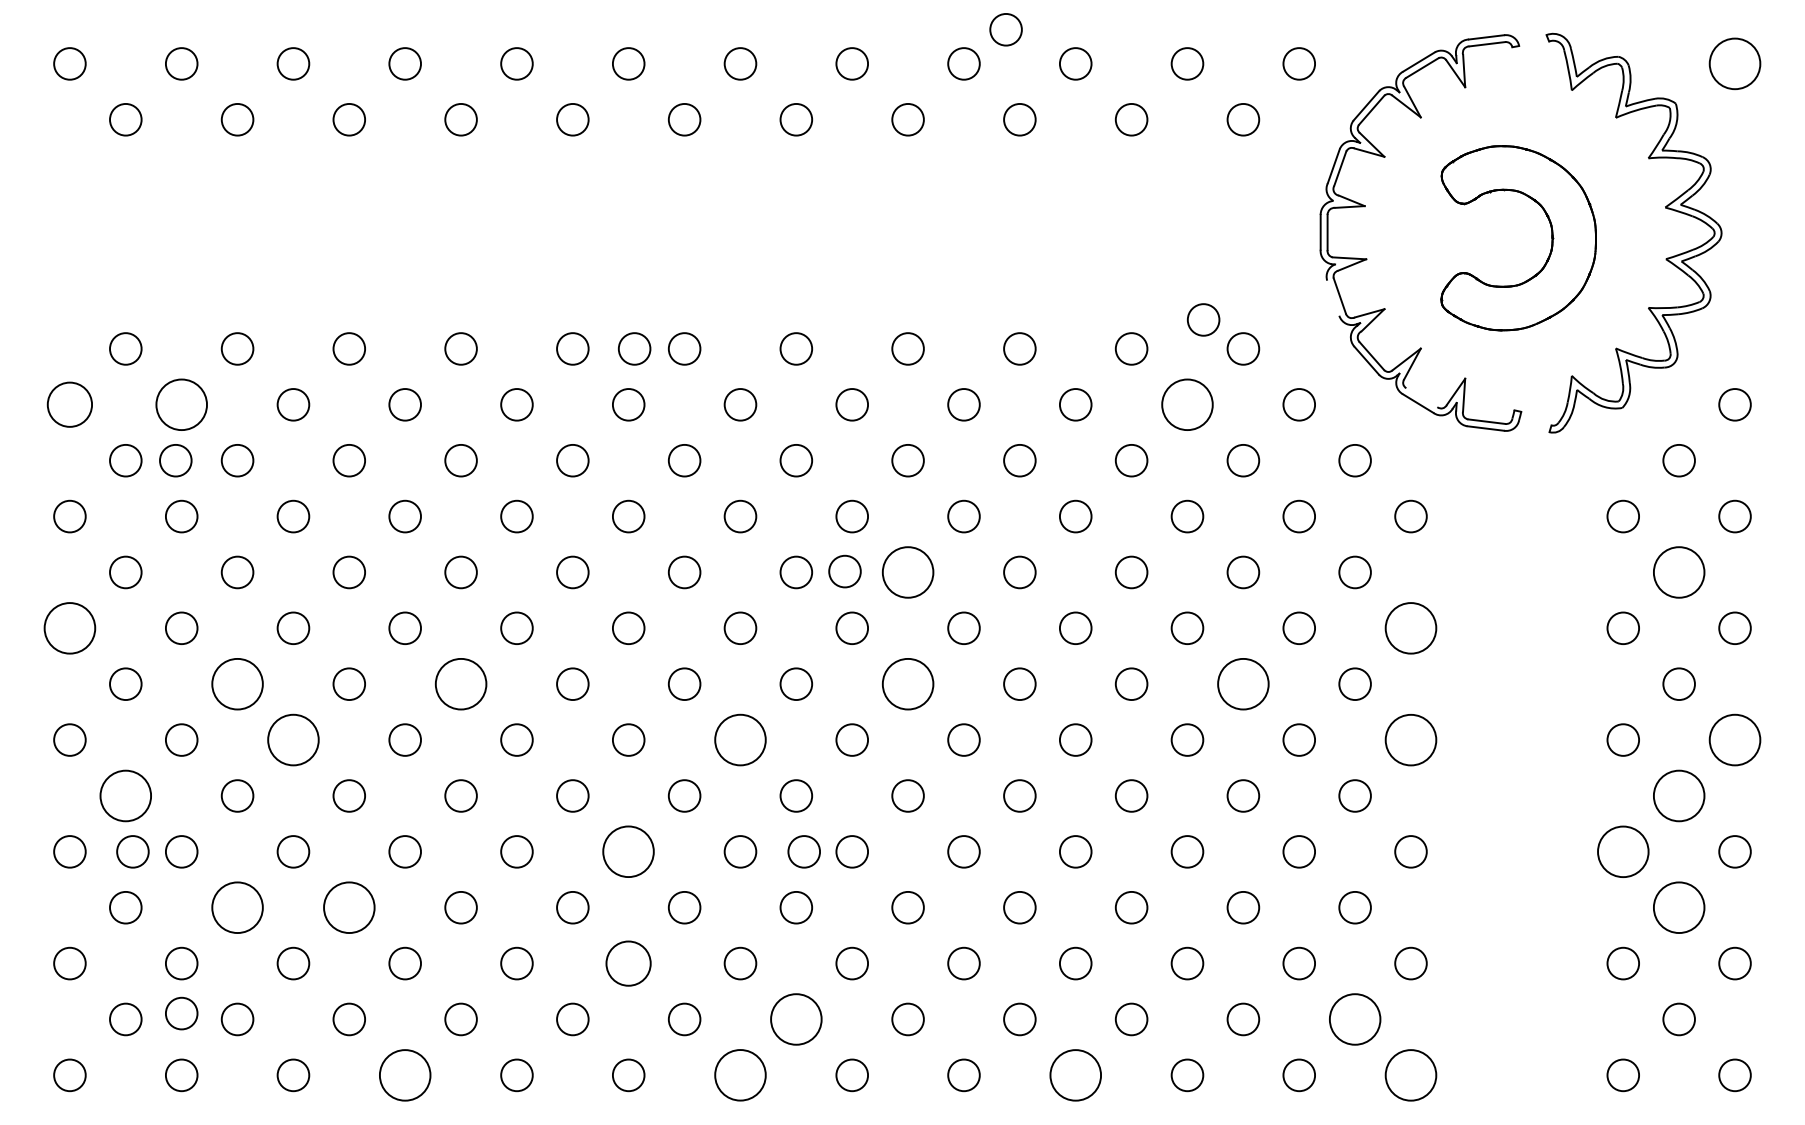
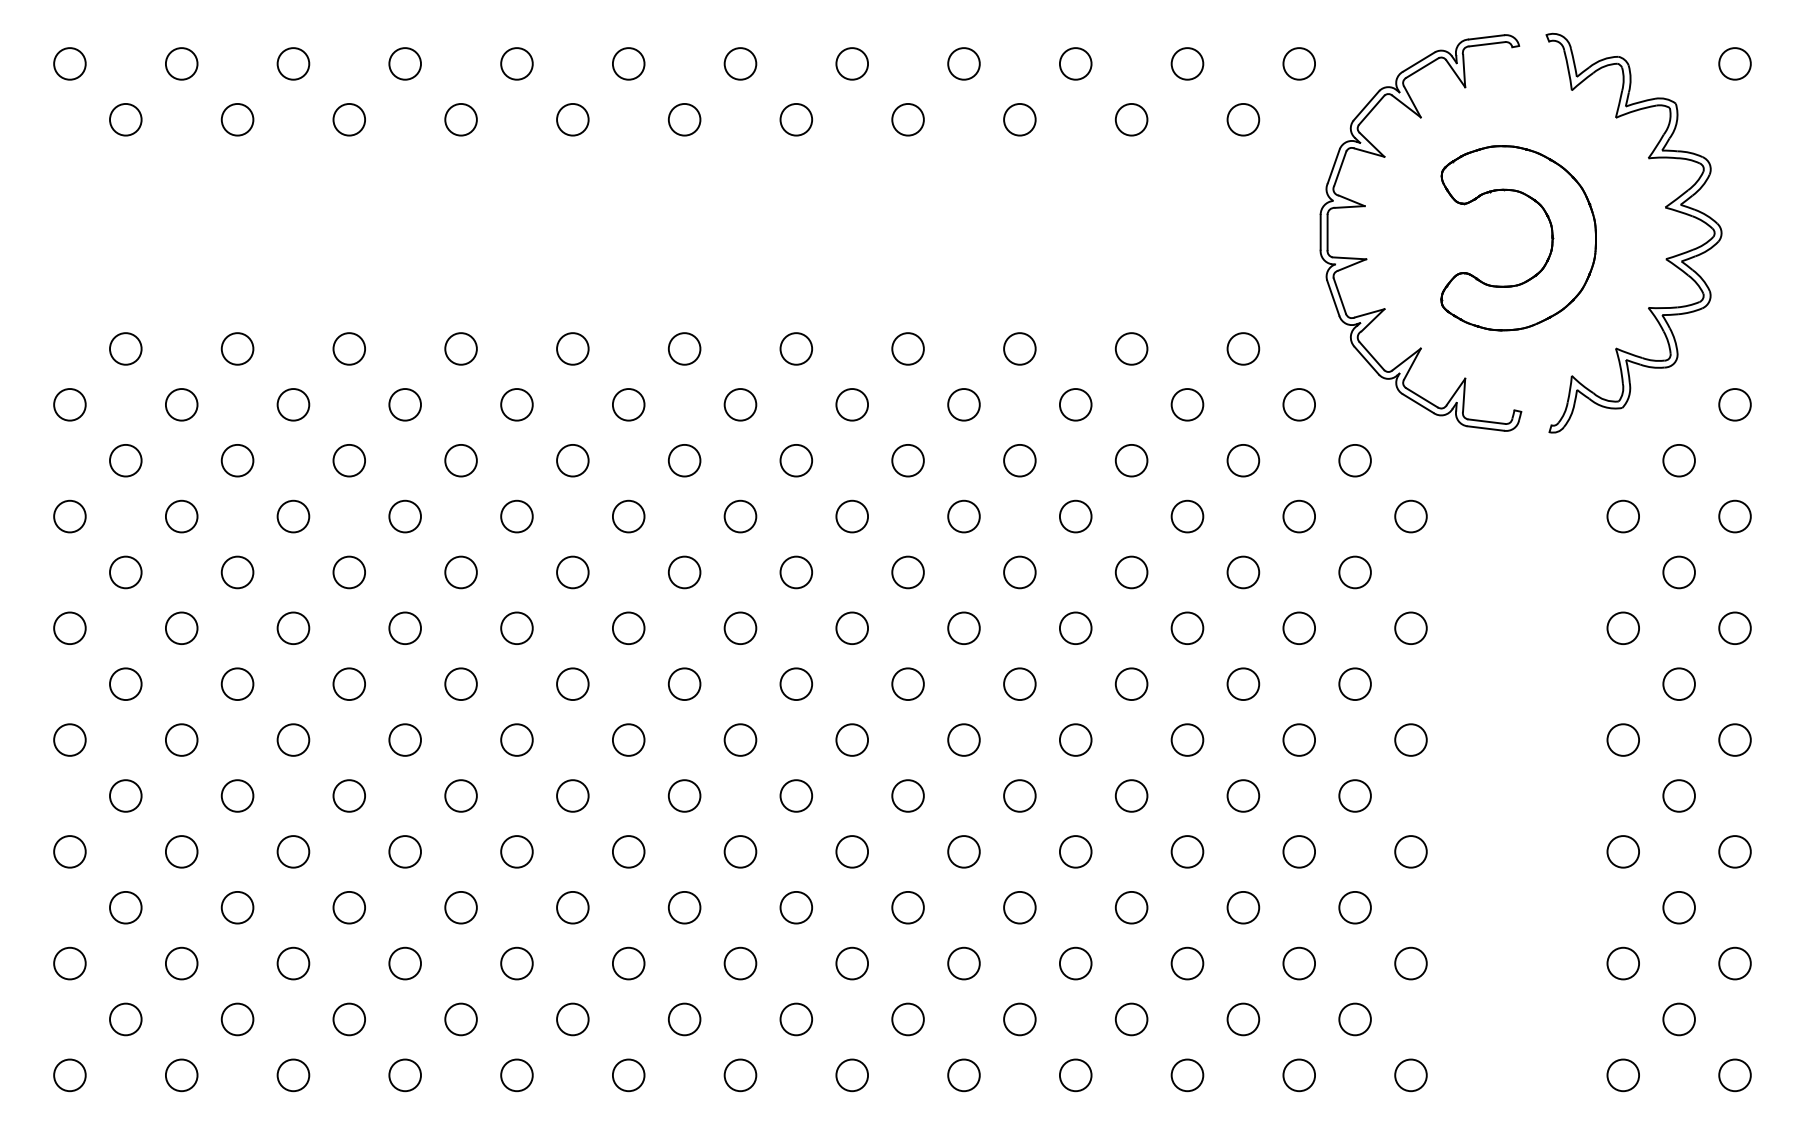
circle at (1005, 29): present -> none
circle at (1734, 63) diameter: 51 px -> 32 px
line at (1333, 297): none -> present
circle at (1203, 319): present -> none
circle at (634, 348): present -> none
line at (1421, 397): none -> present
circle at (69, 404) size: 47x47 px -> 34x34 px
circle at (181, 404) diameter: 51 px -> 32 px
circle at (1187, 404) diameter: 51 px -> 32 px
circle at (175, 460): present -> none
circle at (844, 571): present -> none
circle at (907, 572) diameter: 51 px -> 32 px
circle at (1678, 572) diameter: 51 px -> 32 px
circle at (69, 628) diameter: 51 px -> 32 px
circle at (1410, 628) diameter: 51 px -> 32 px
circle at (237, 683) diameter: 51 px -> 32 px
circle at (460, 683) diameter: 51 px -> 32 px
circle at (907, 683) diameter: 51 px -> 32 px
circle at (1243, 683) diameter: 51 px -> 32 px
circle at (293, 739) diameter: 51 px -> 32 px
circle at (740, 739) diameter: 51 px -> 32 px
circle at (1734, 739) diameter: 51 px -> 32 px
circle at (1410, 740) size: 54x53 px -> 34x34 px
circle at (125, 795) diameter: 51 px -> 32 px
circle at (1678, 795) diameter: 51 px -> 32 px
circle at (132, 851): present -> none
circle at (628, 851) size: 53x53 px -> 34x34 px
circle at (803, 851): present -> none
circle at (1623, 851) diameter: 51 px -> 32 px
circle at (237, 907) diameter: 51 px -> 32 px
circle at (349, 907) diameter: 51 px -> 32 px
circle at (1678, 907) diameter: 51 px -> 32 px
circle at (628, 963) size: 47x47 px -> 34x35 px
circle at (181, 1013): present -> none
circle at (796, 1019) diameter: 51 px -> 32 px
circle at (1354, 1019) diameter: 51 px -> 32 px
circle at (404, 1075) diameter: 51 px -> 32 px
circle at (740, 1075) size: 53x53 px -> 35x35 px
circle at (1075, 1075) diameter: 51 px -> 32 px
circle at (1410, 1075) diameter: 51 px -> 32 px
